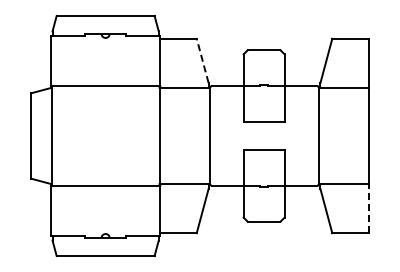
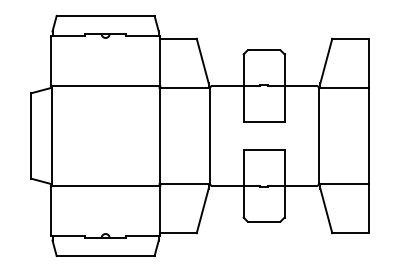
line at (202, 60): dashed -> solid
line at (368, 208): dashed -> solid
